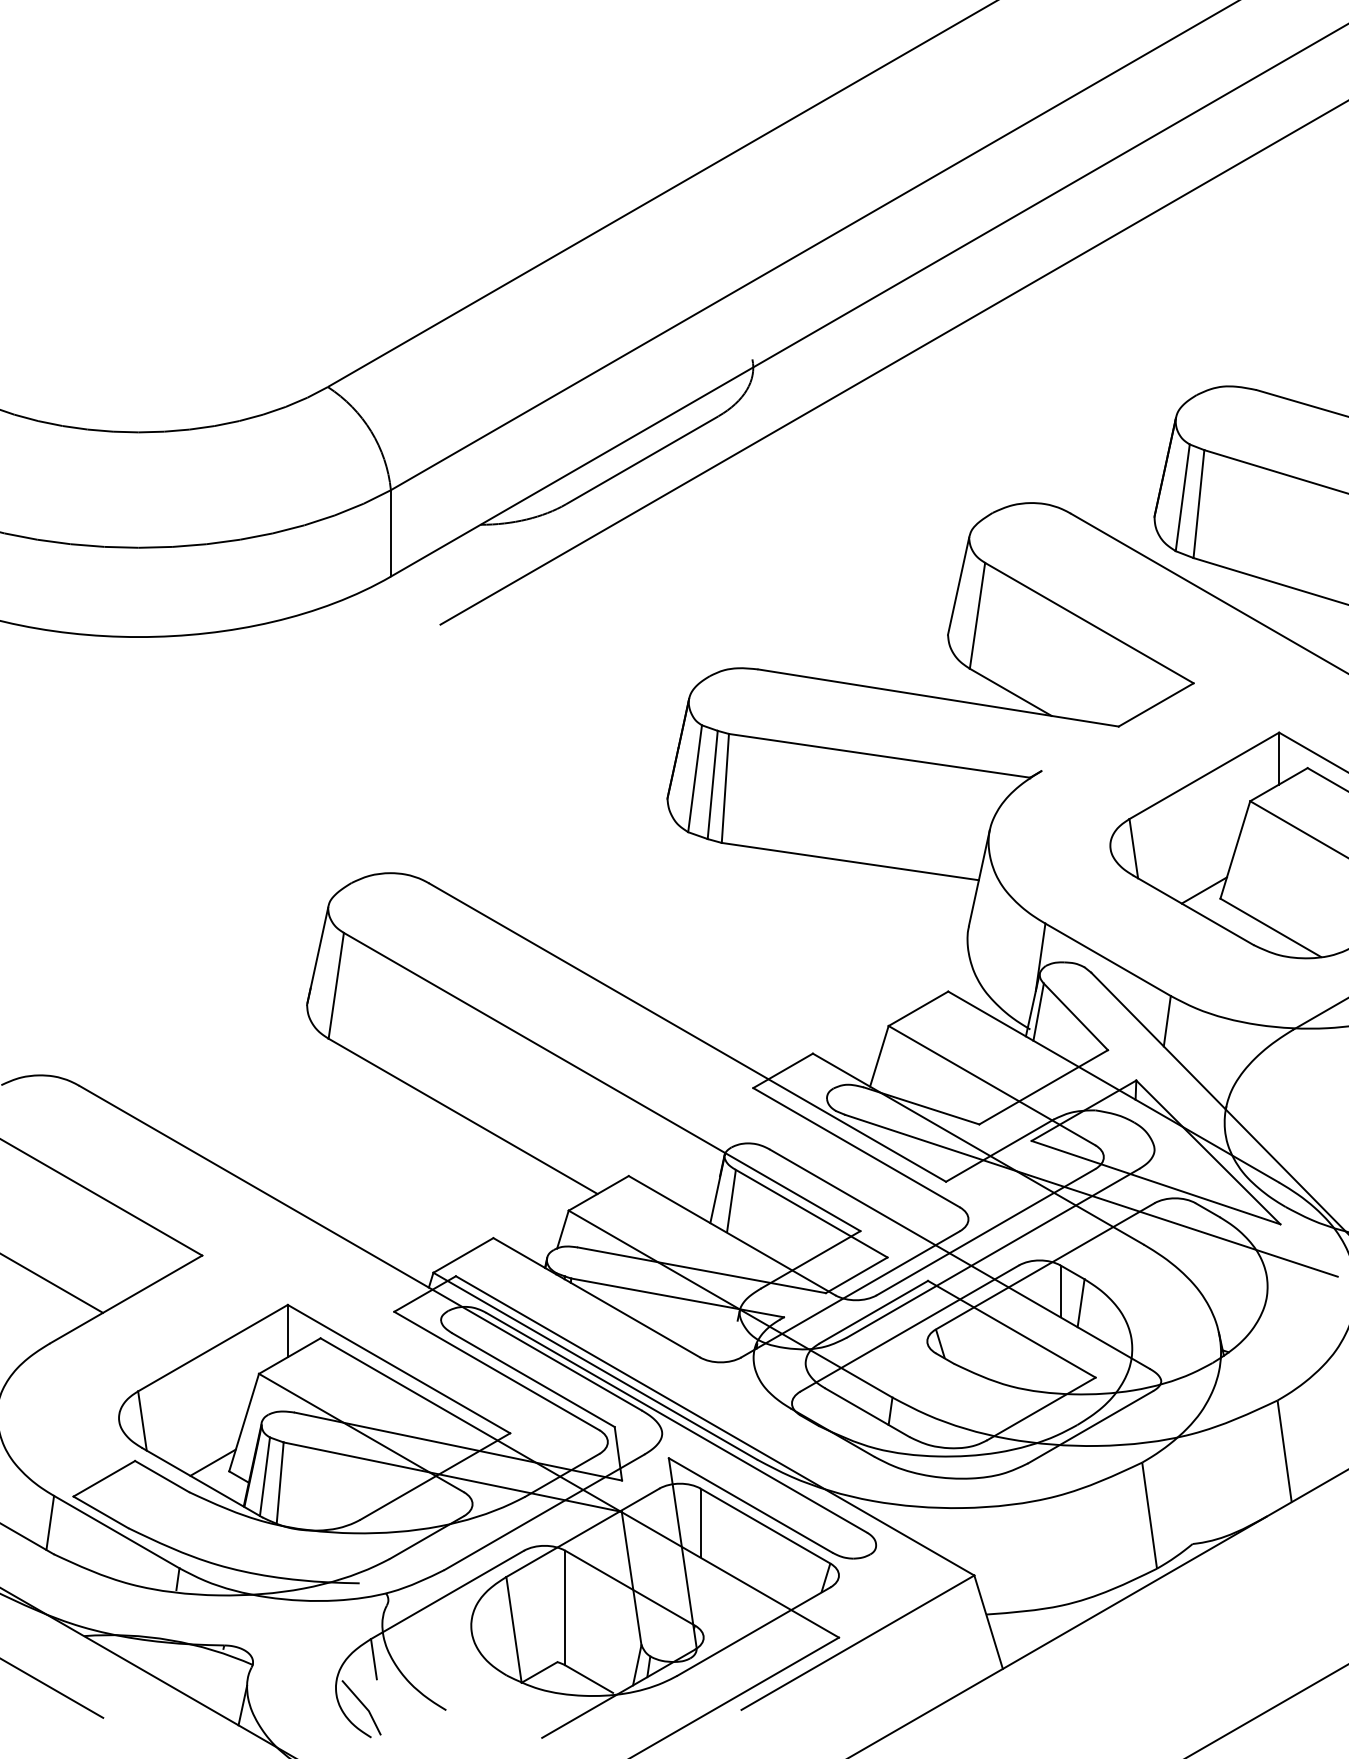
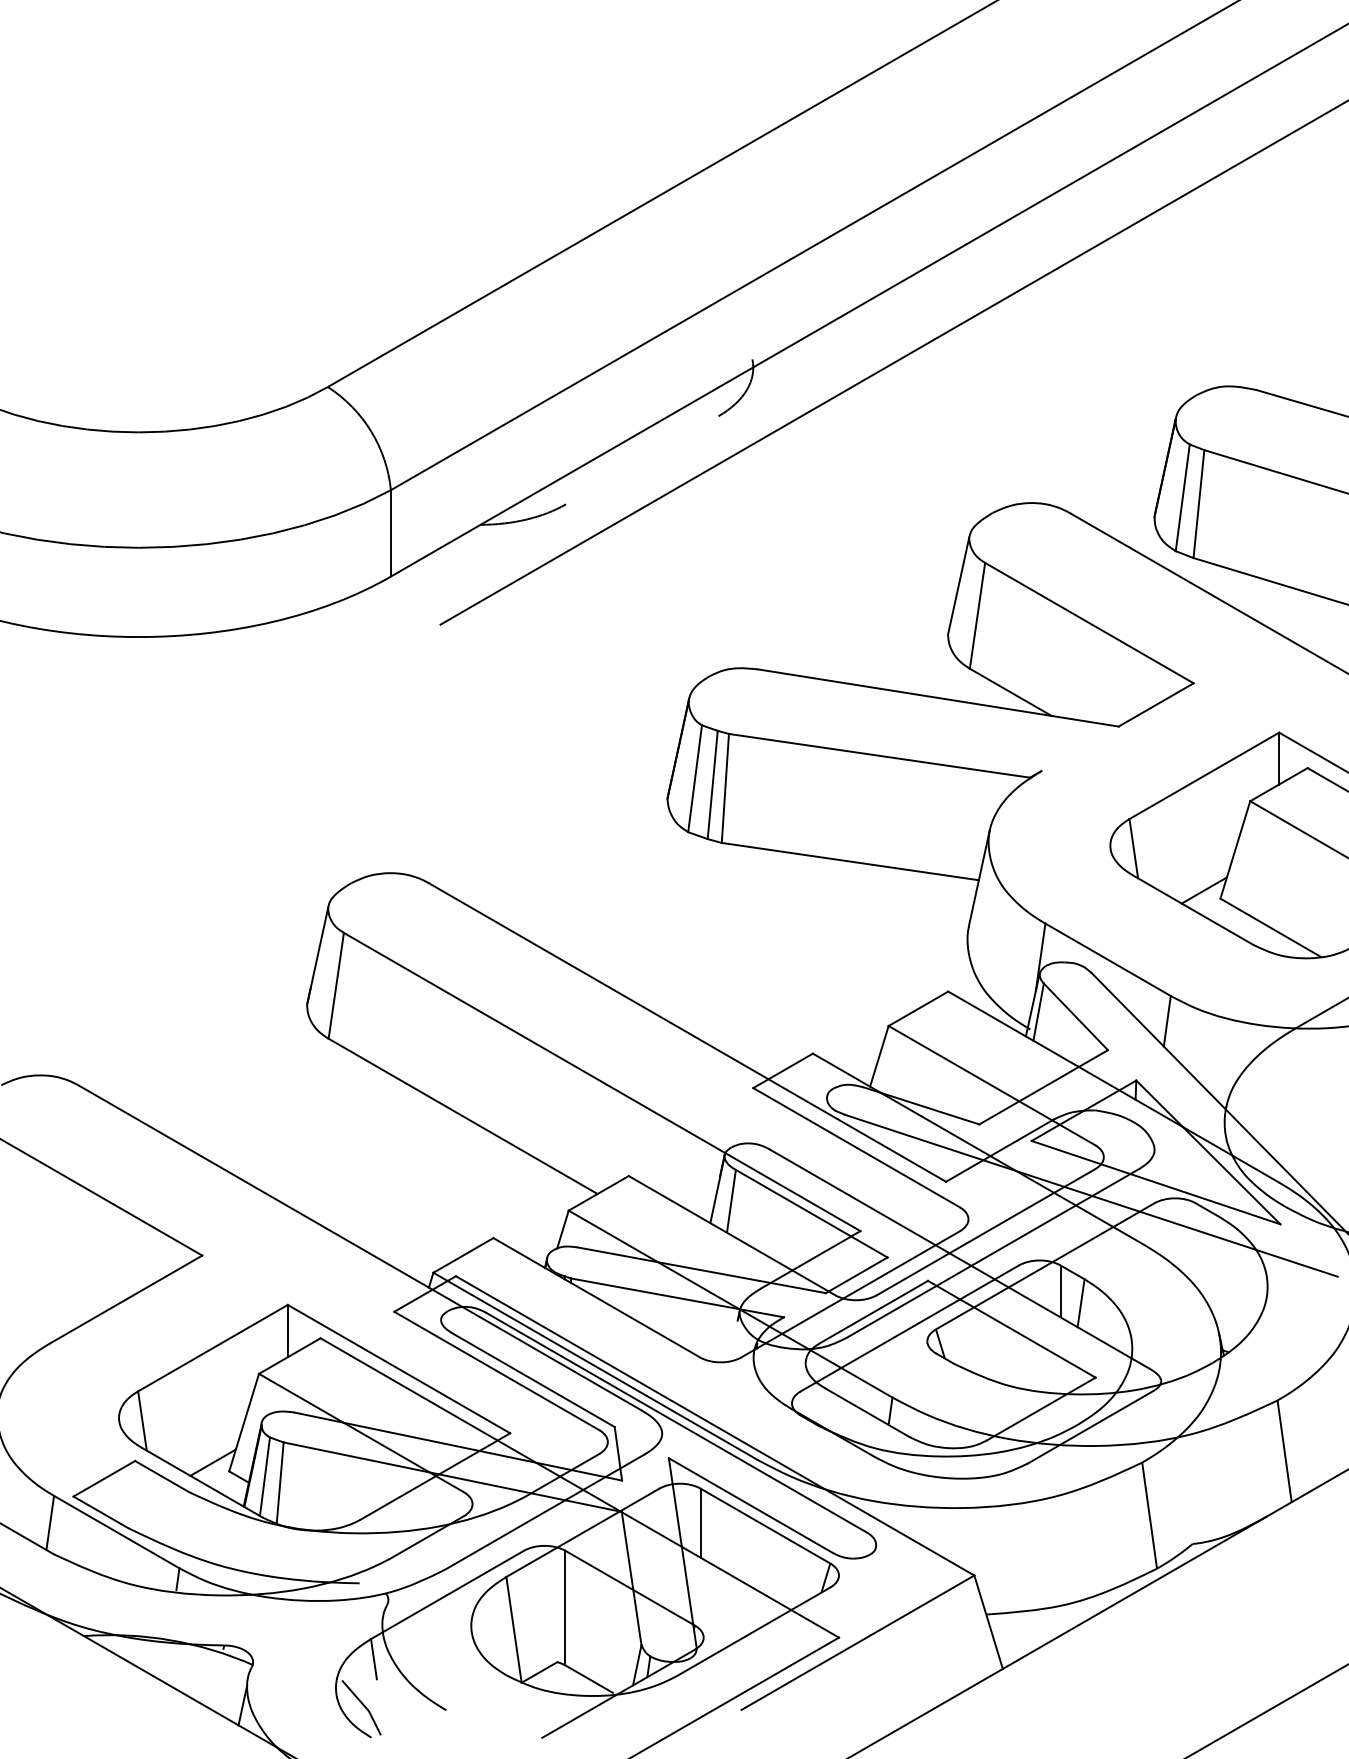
line at (641, 460): present -> none
line at (52, 1283): present -> none
line at (52, 1688): present -> none
